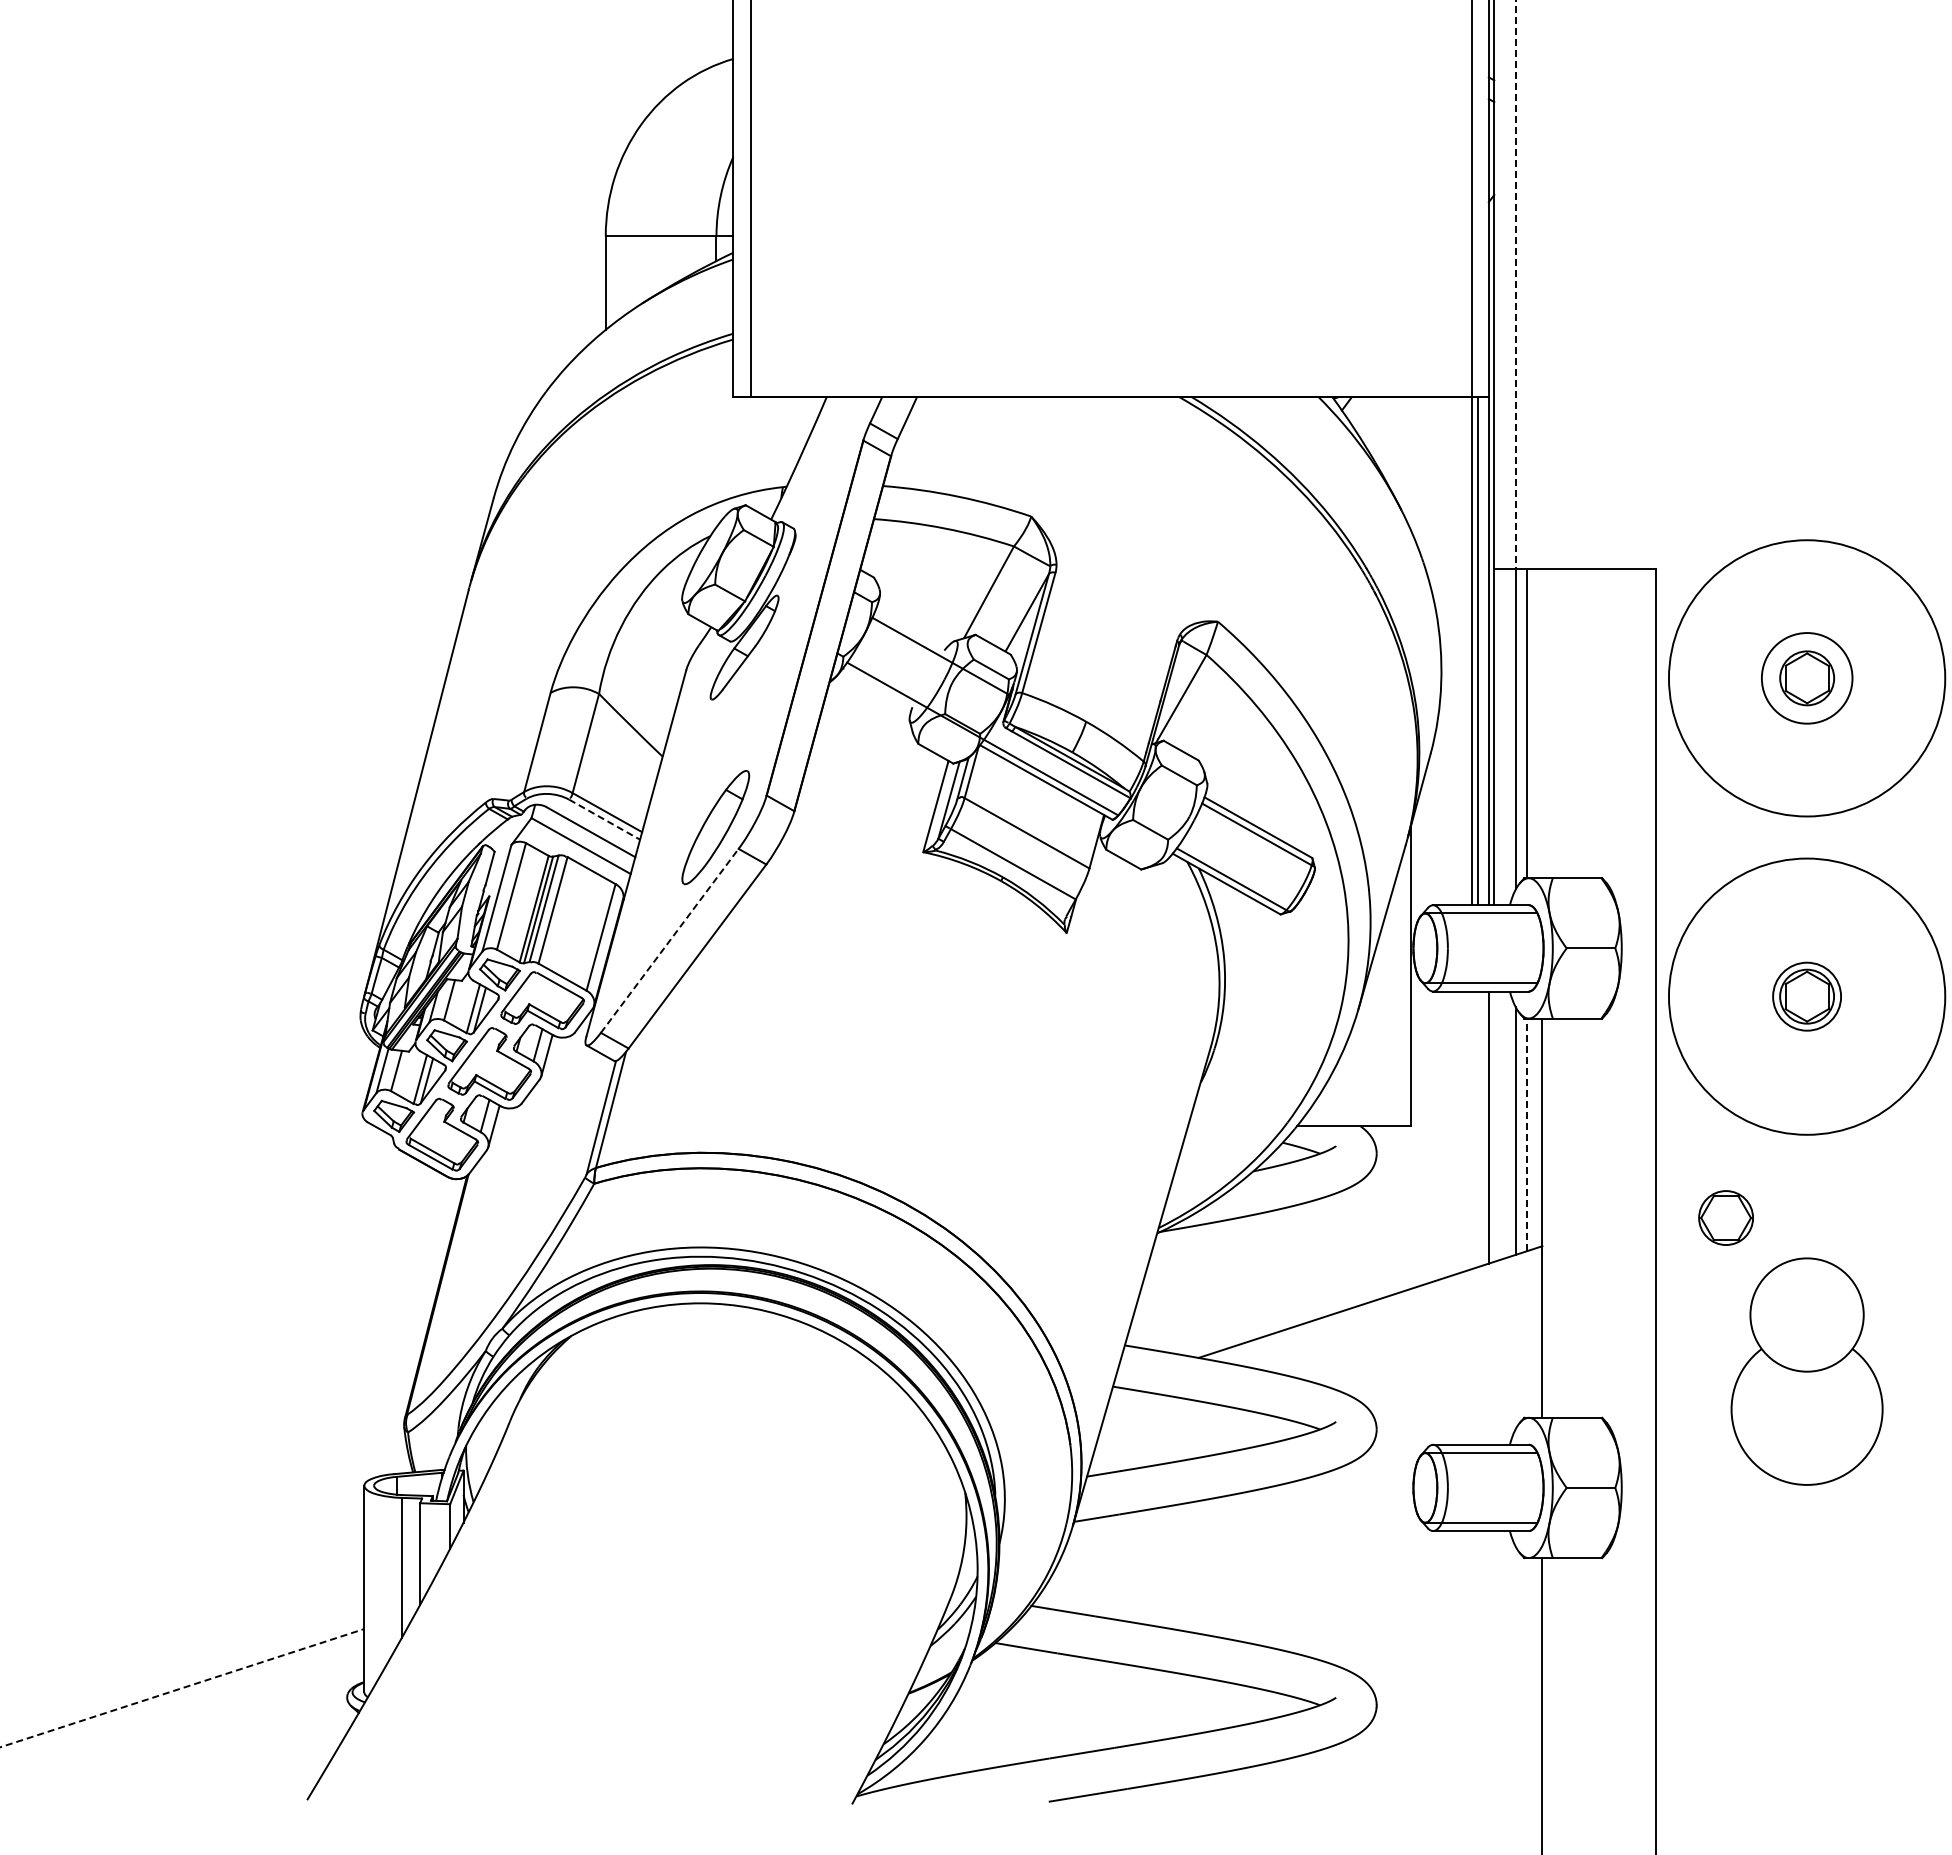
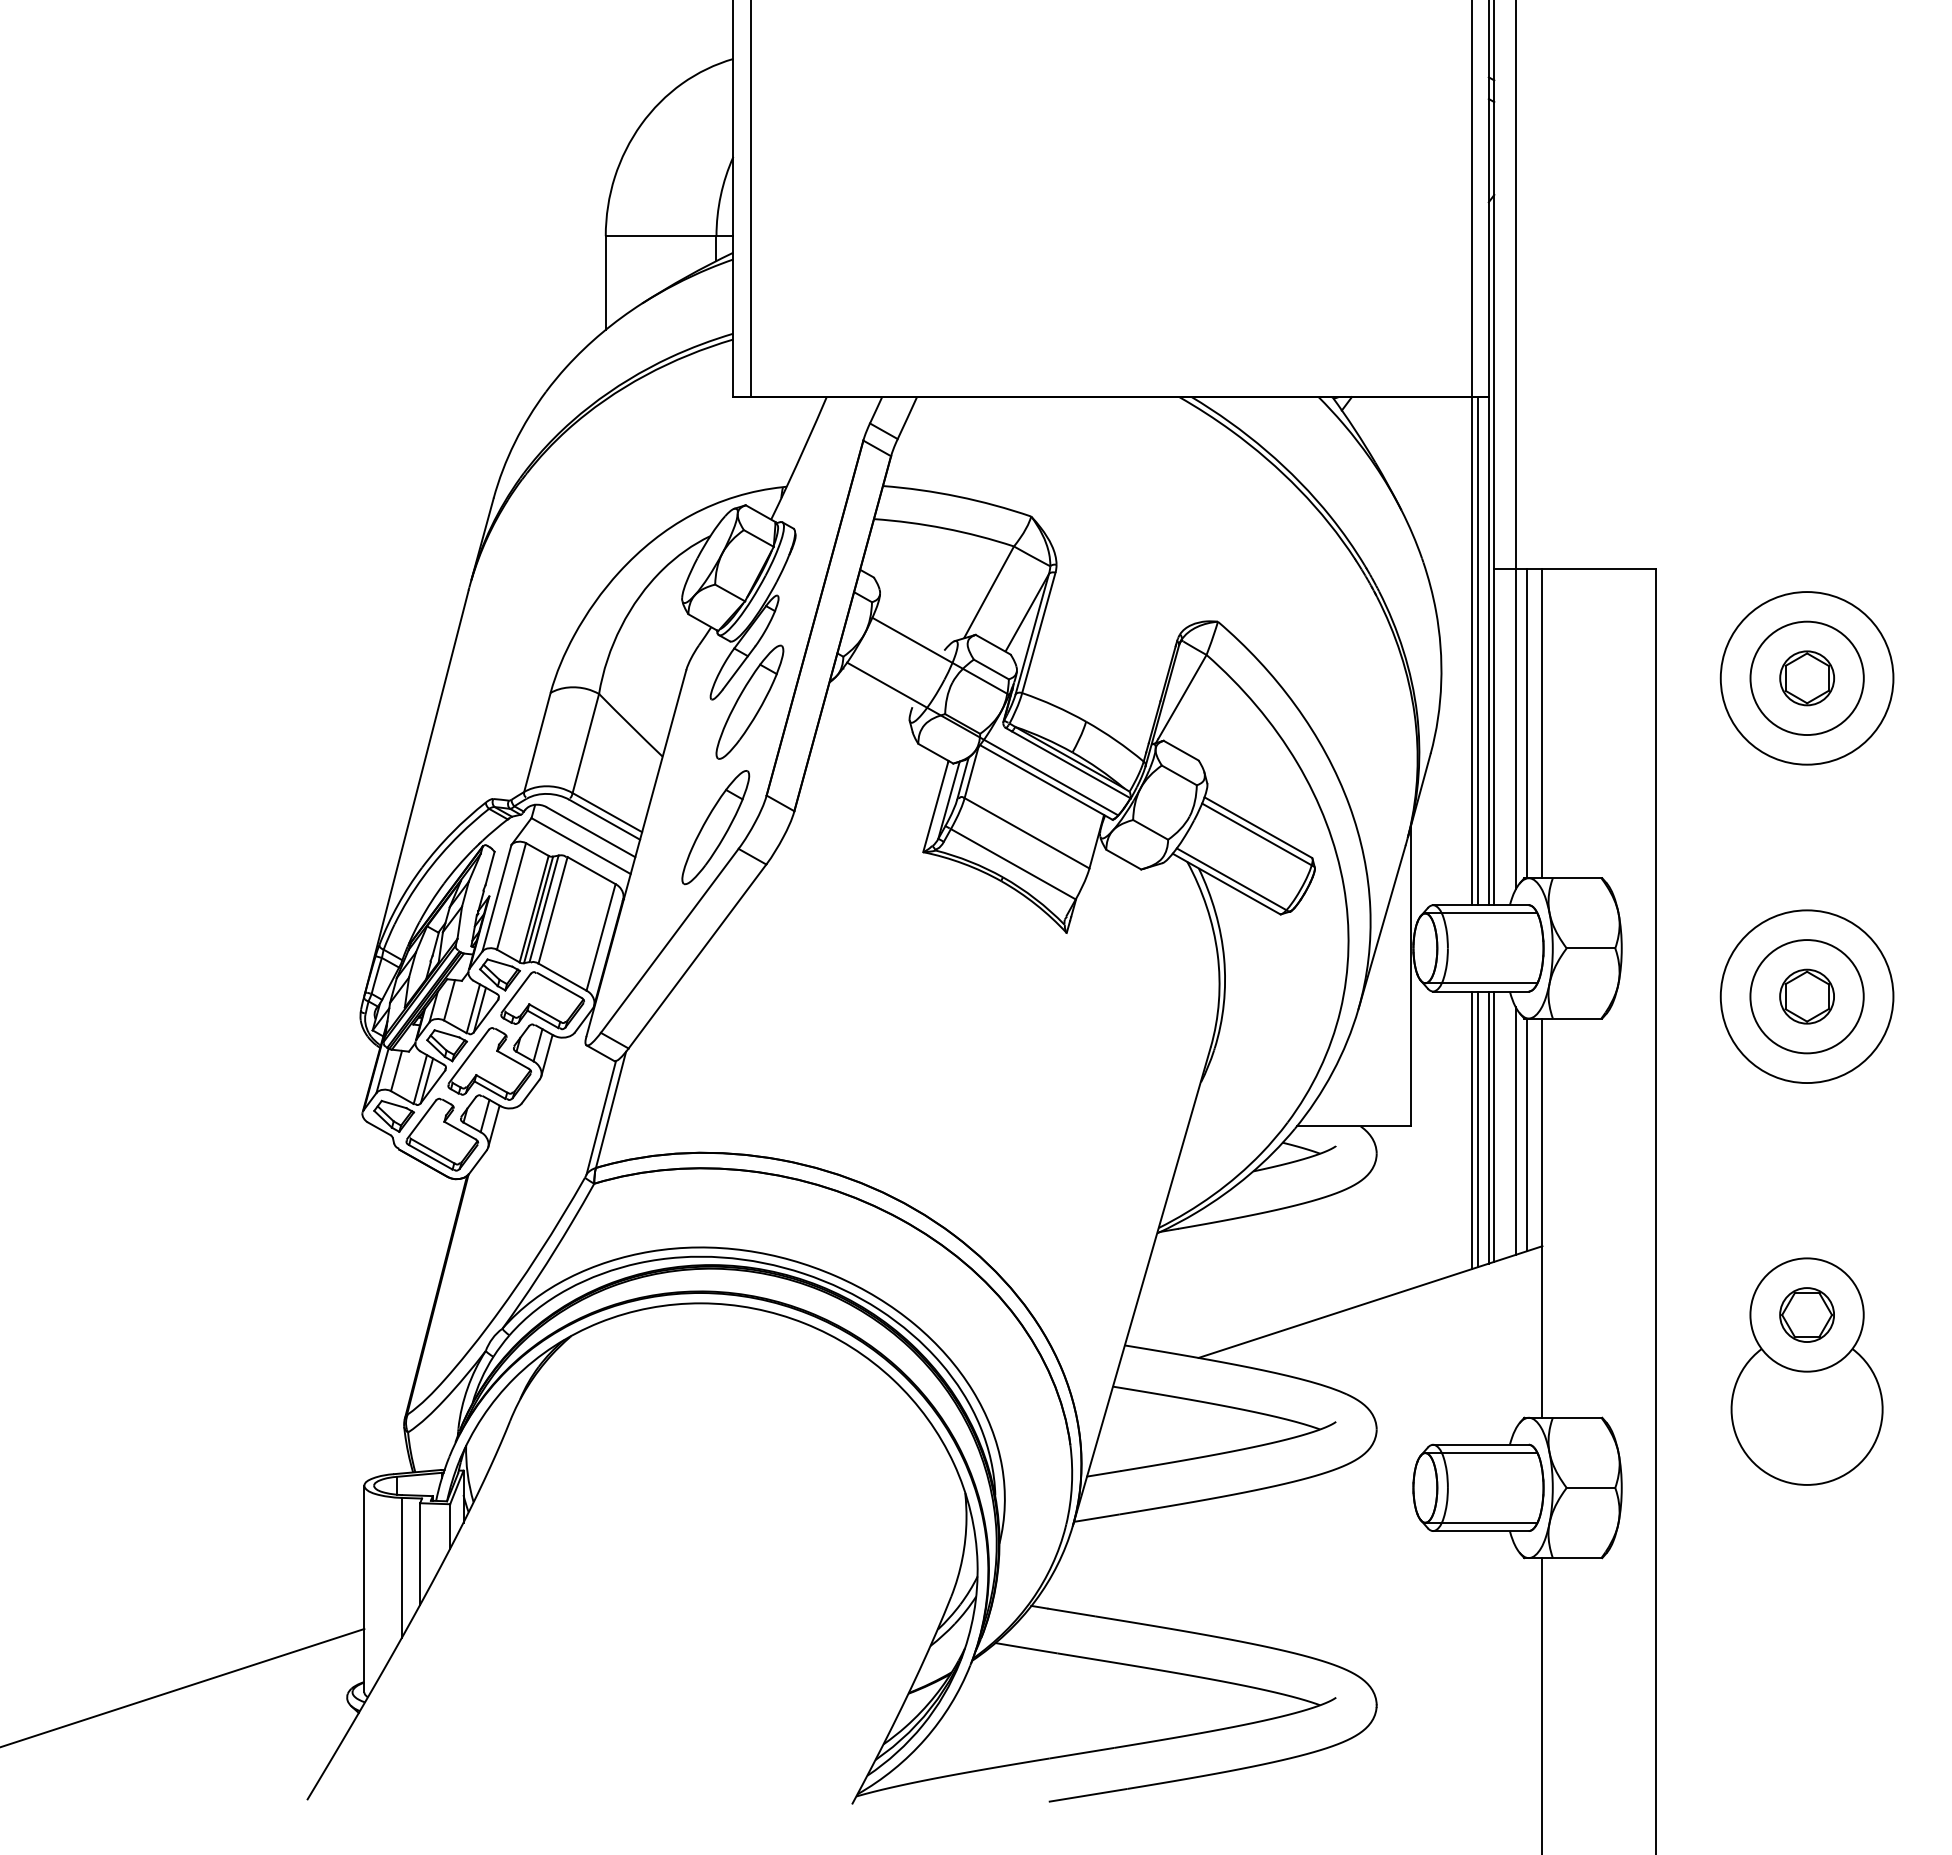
line at (1515, 285): dashed -> solid
circle at (1806, 678) diameter: 276 px -> 173 px
circle at (1806, 678) diameter: 91 px -> 113 px
part at (749, 701): none -> present
line at (1542, 723): none -> present
line at (604, 819): dashed -> solid
line at (669, 940): dashed -> solid
circle at (1806, 996) diameter: 276 px -> 173 px
circle at (1807, 996) diameter: 68 px -> 113 px
line at (1494, 1126): none -> present
line at (1478, 1129): none -> present
line at (1471, 1130): none -> present
line at (1526, 1134): dashed -> solid
part at (1725, 1217) position: (1725, 1217) -> (1806, 1314)
line at (182, 1687): dashed -> solid
